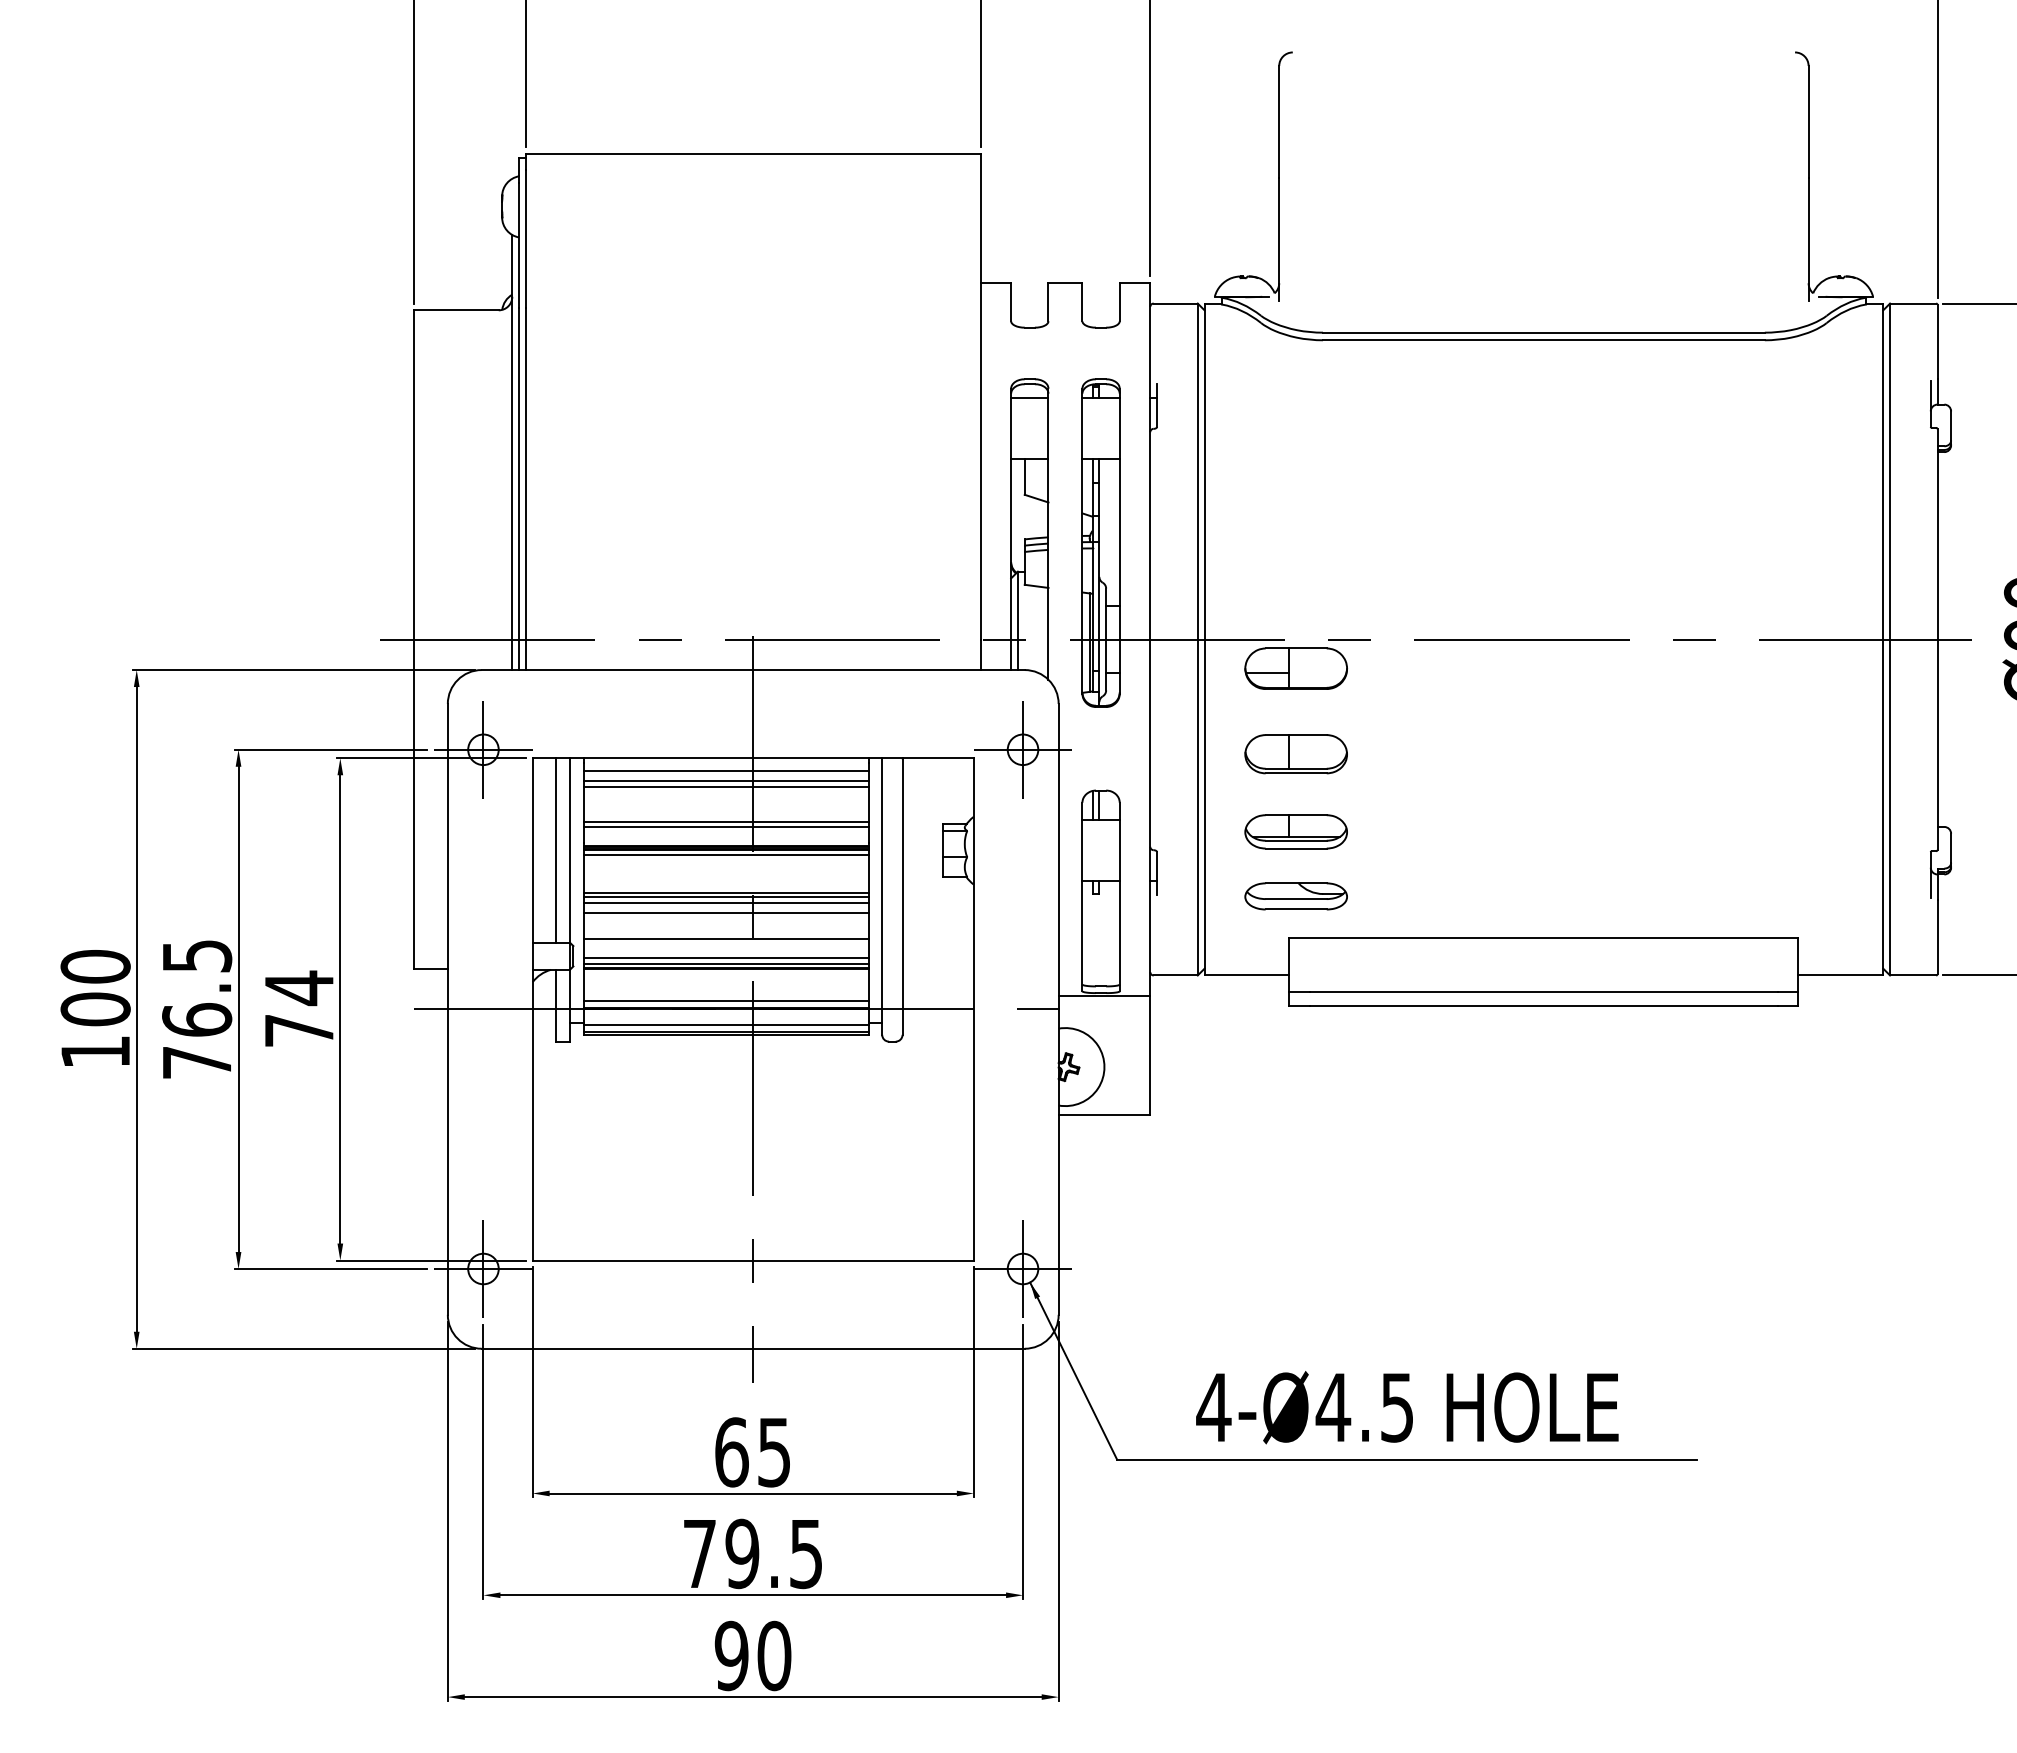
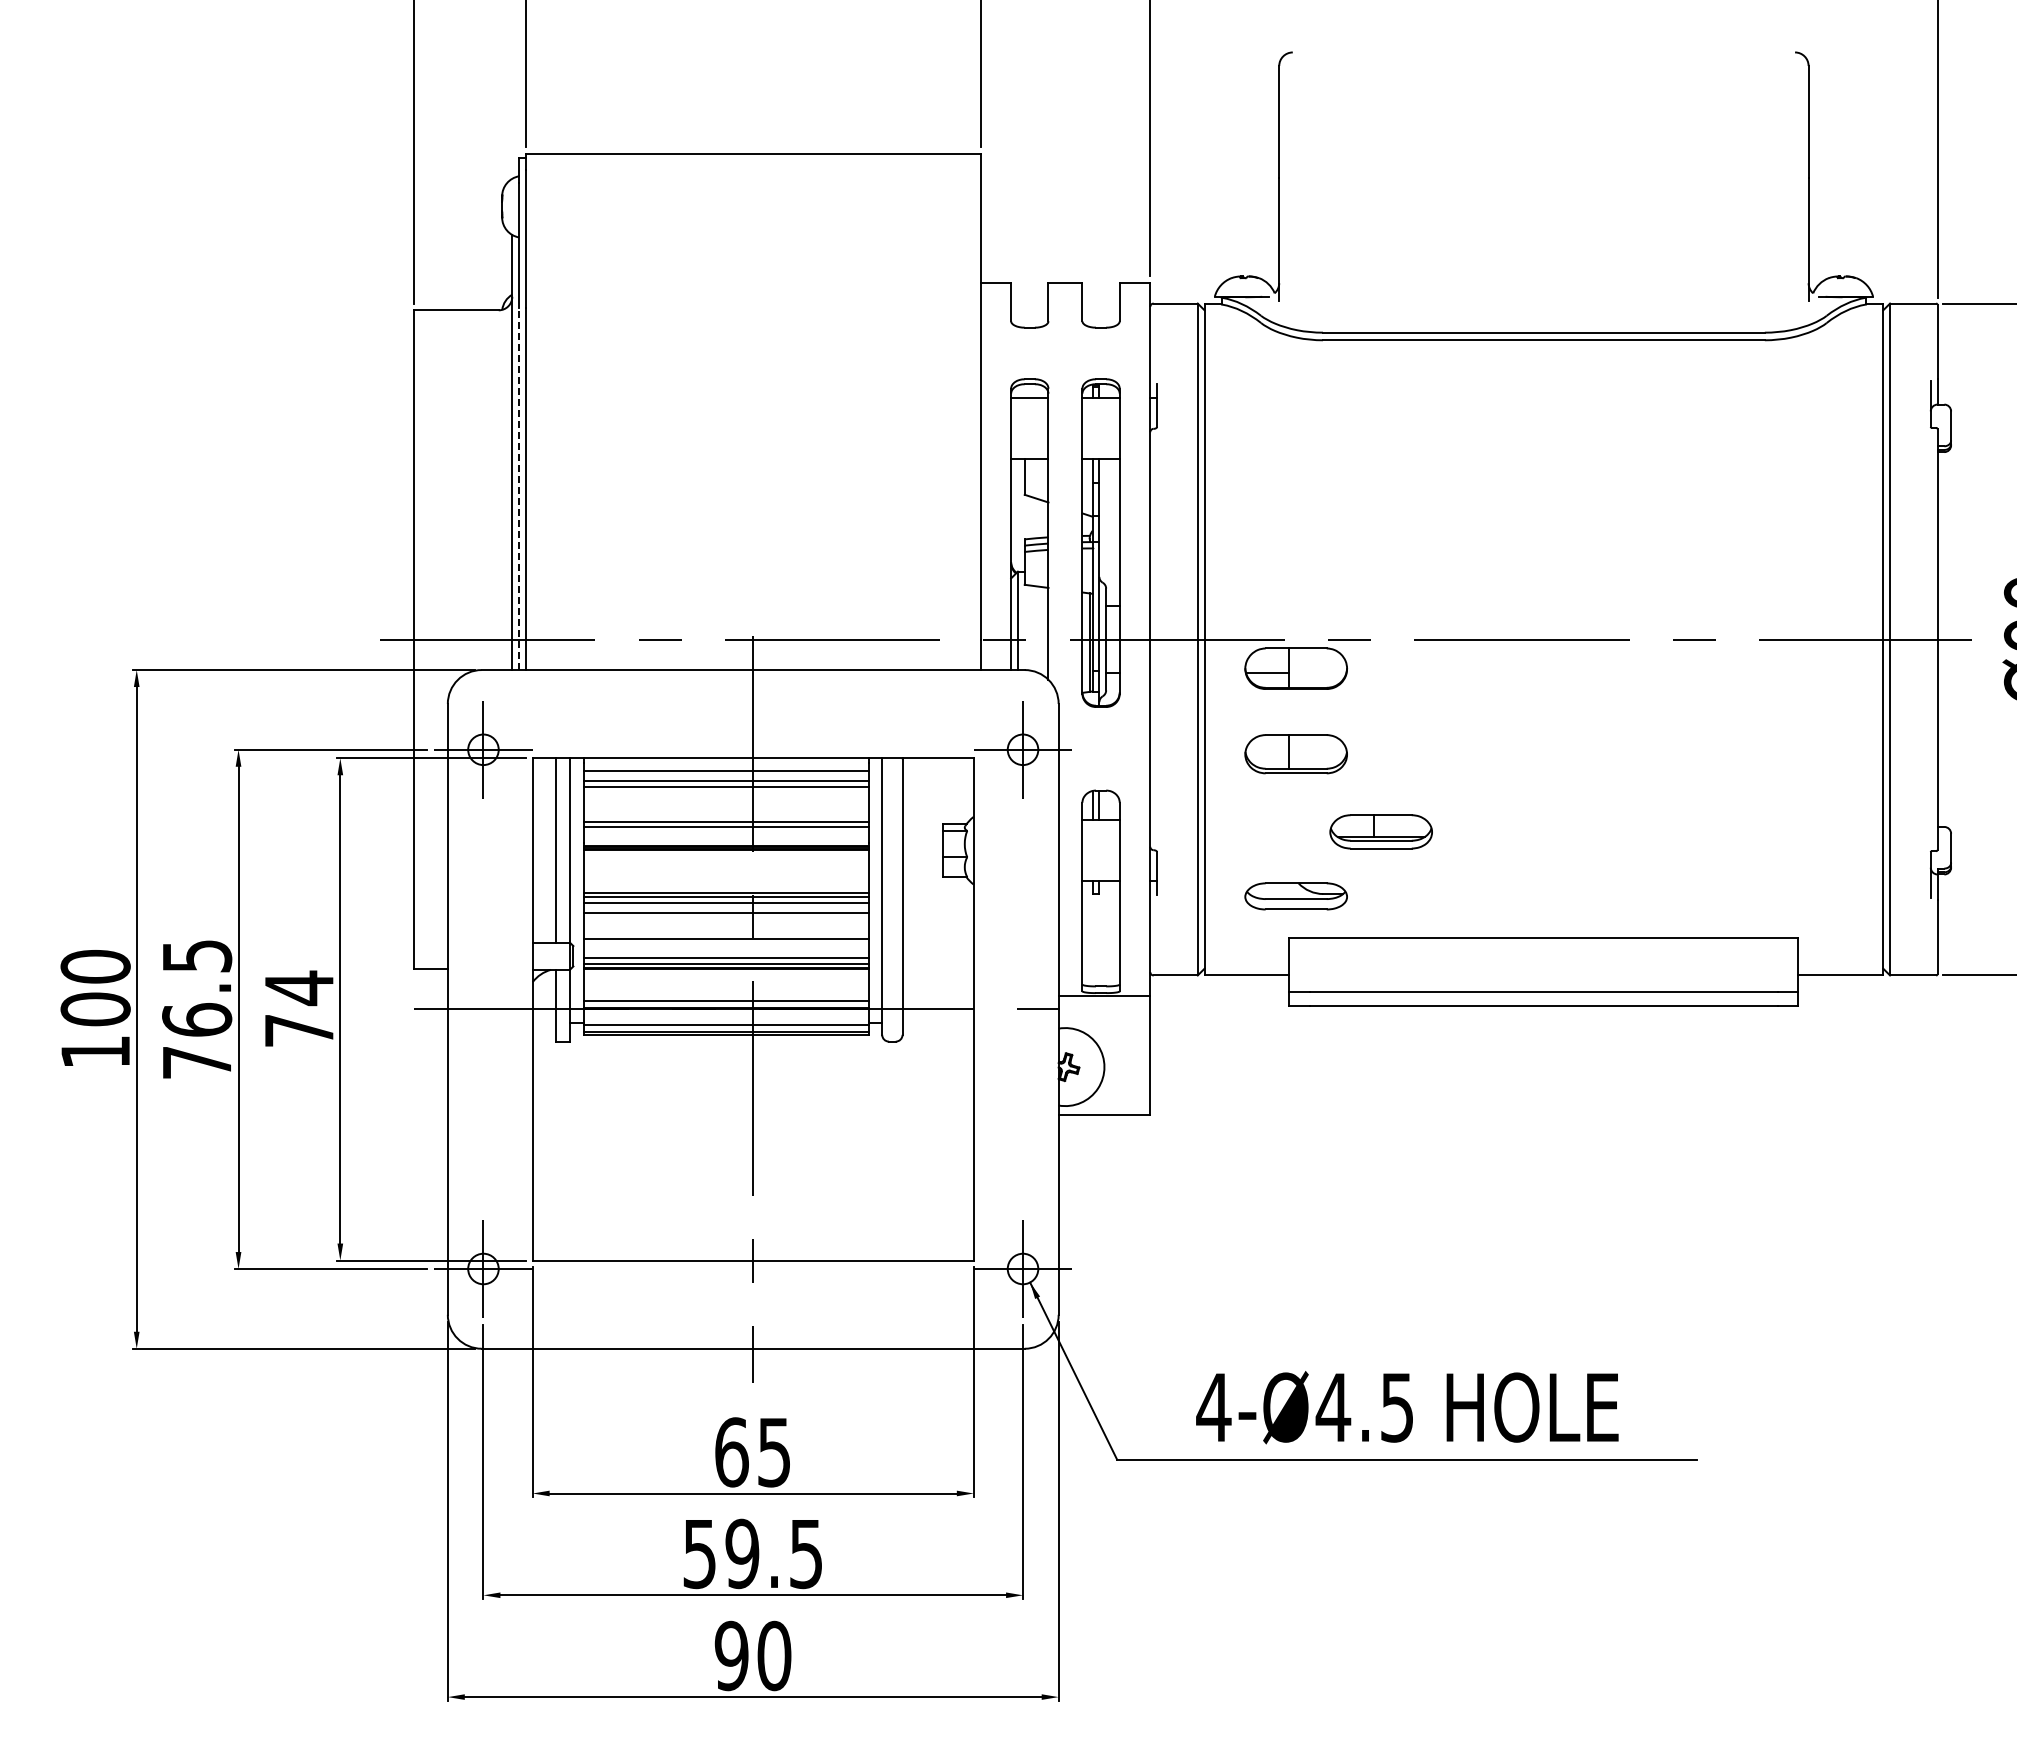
line at (519, 489): solid -> dashed
part at (1295, 831) position: (1295, 831) -> (1380, 831)
line at (725, 854): present -> none
text at (699, 1554): 79.5 -> 59.5
